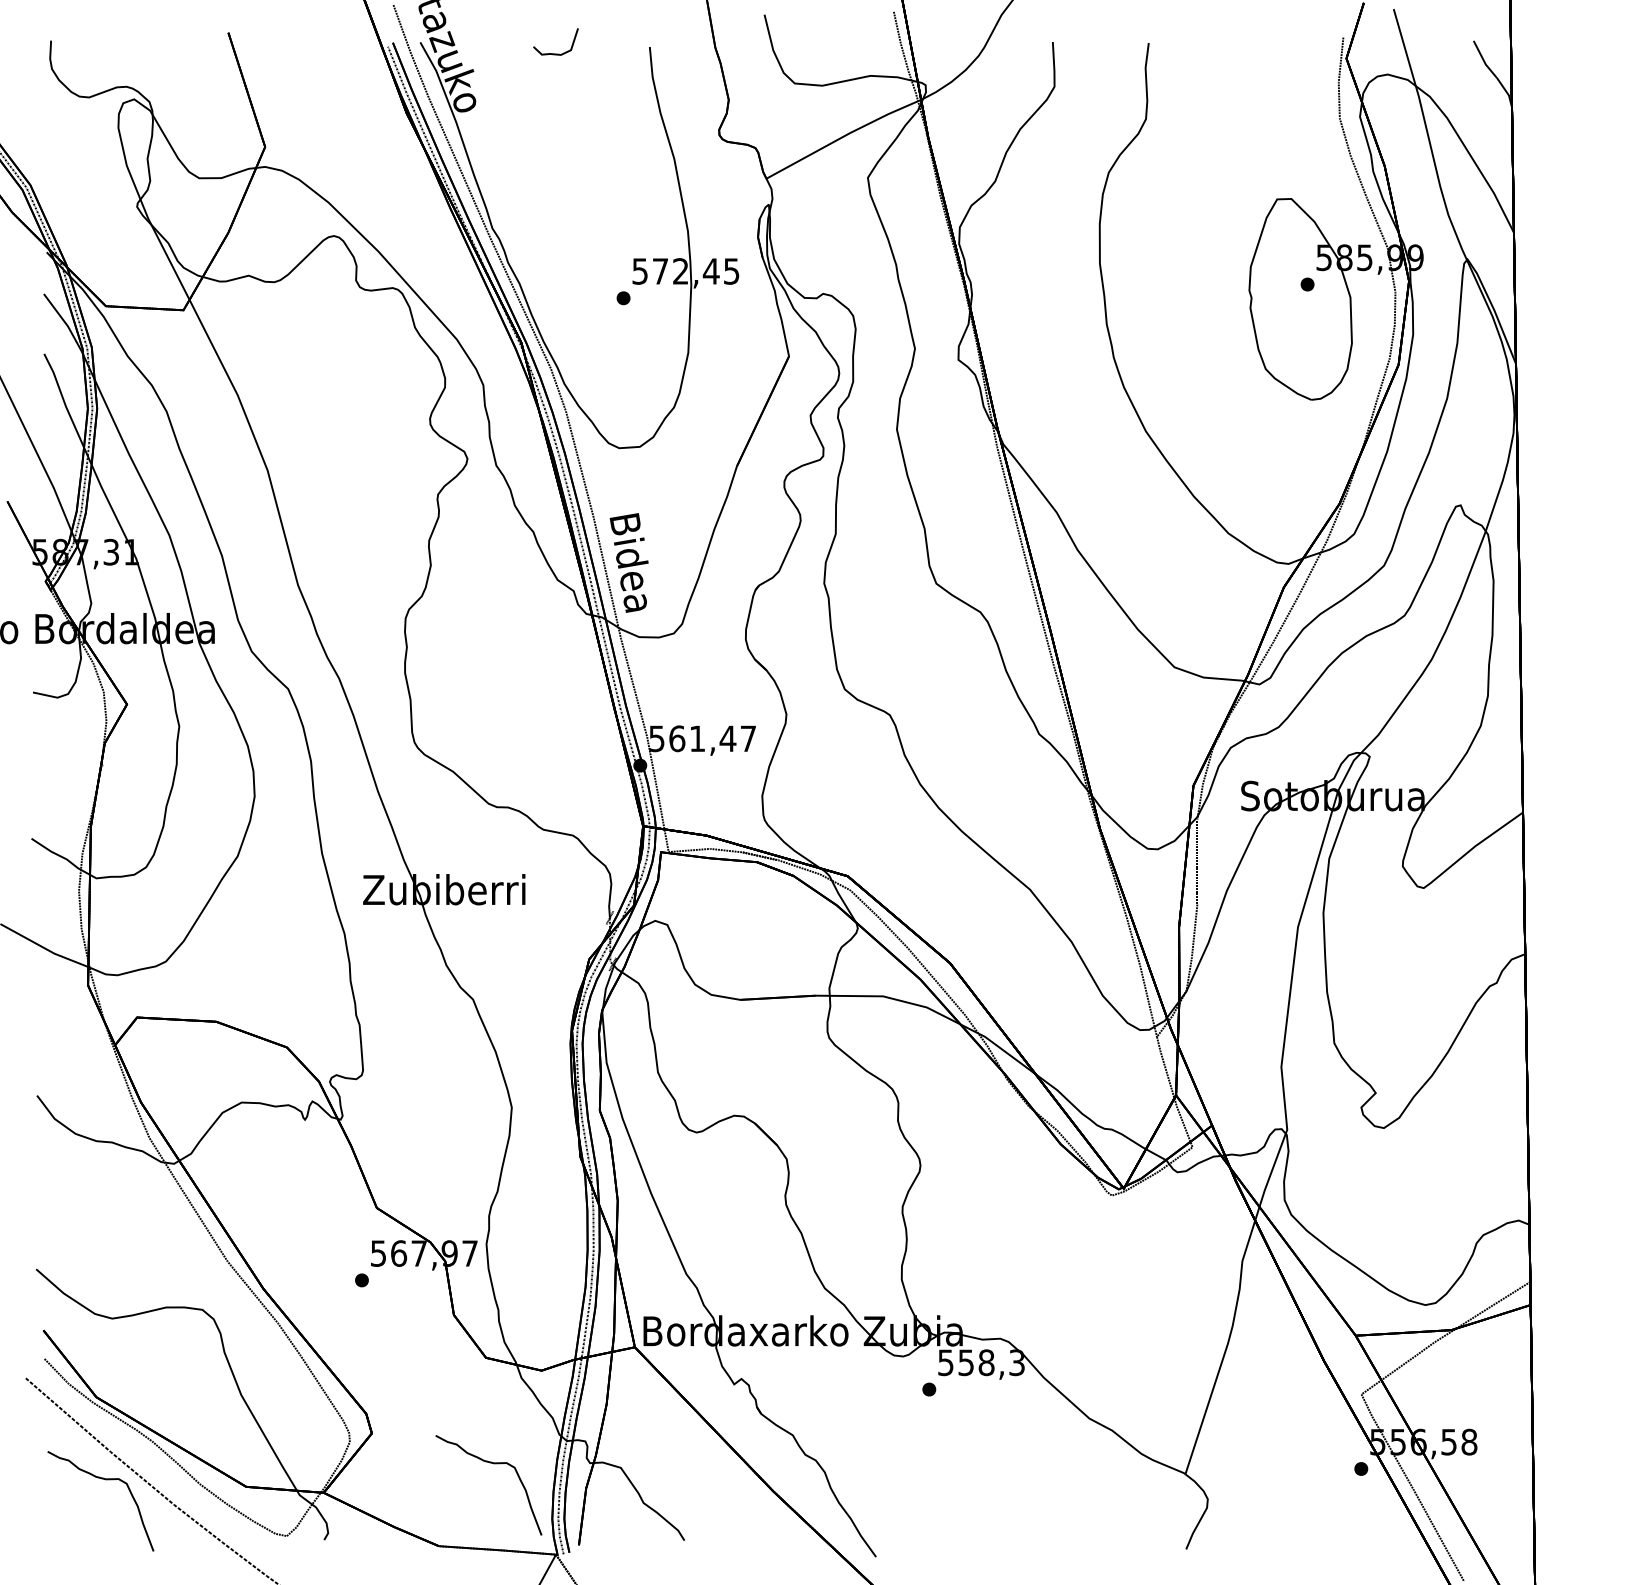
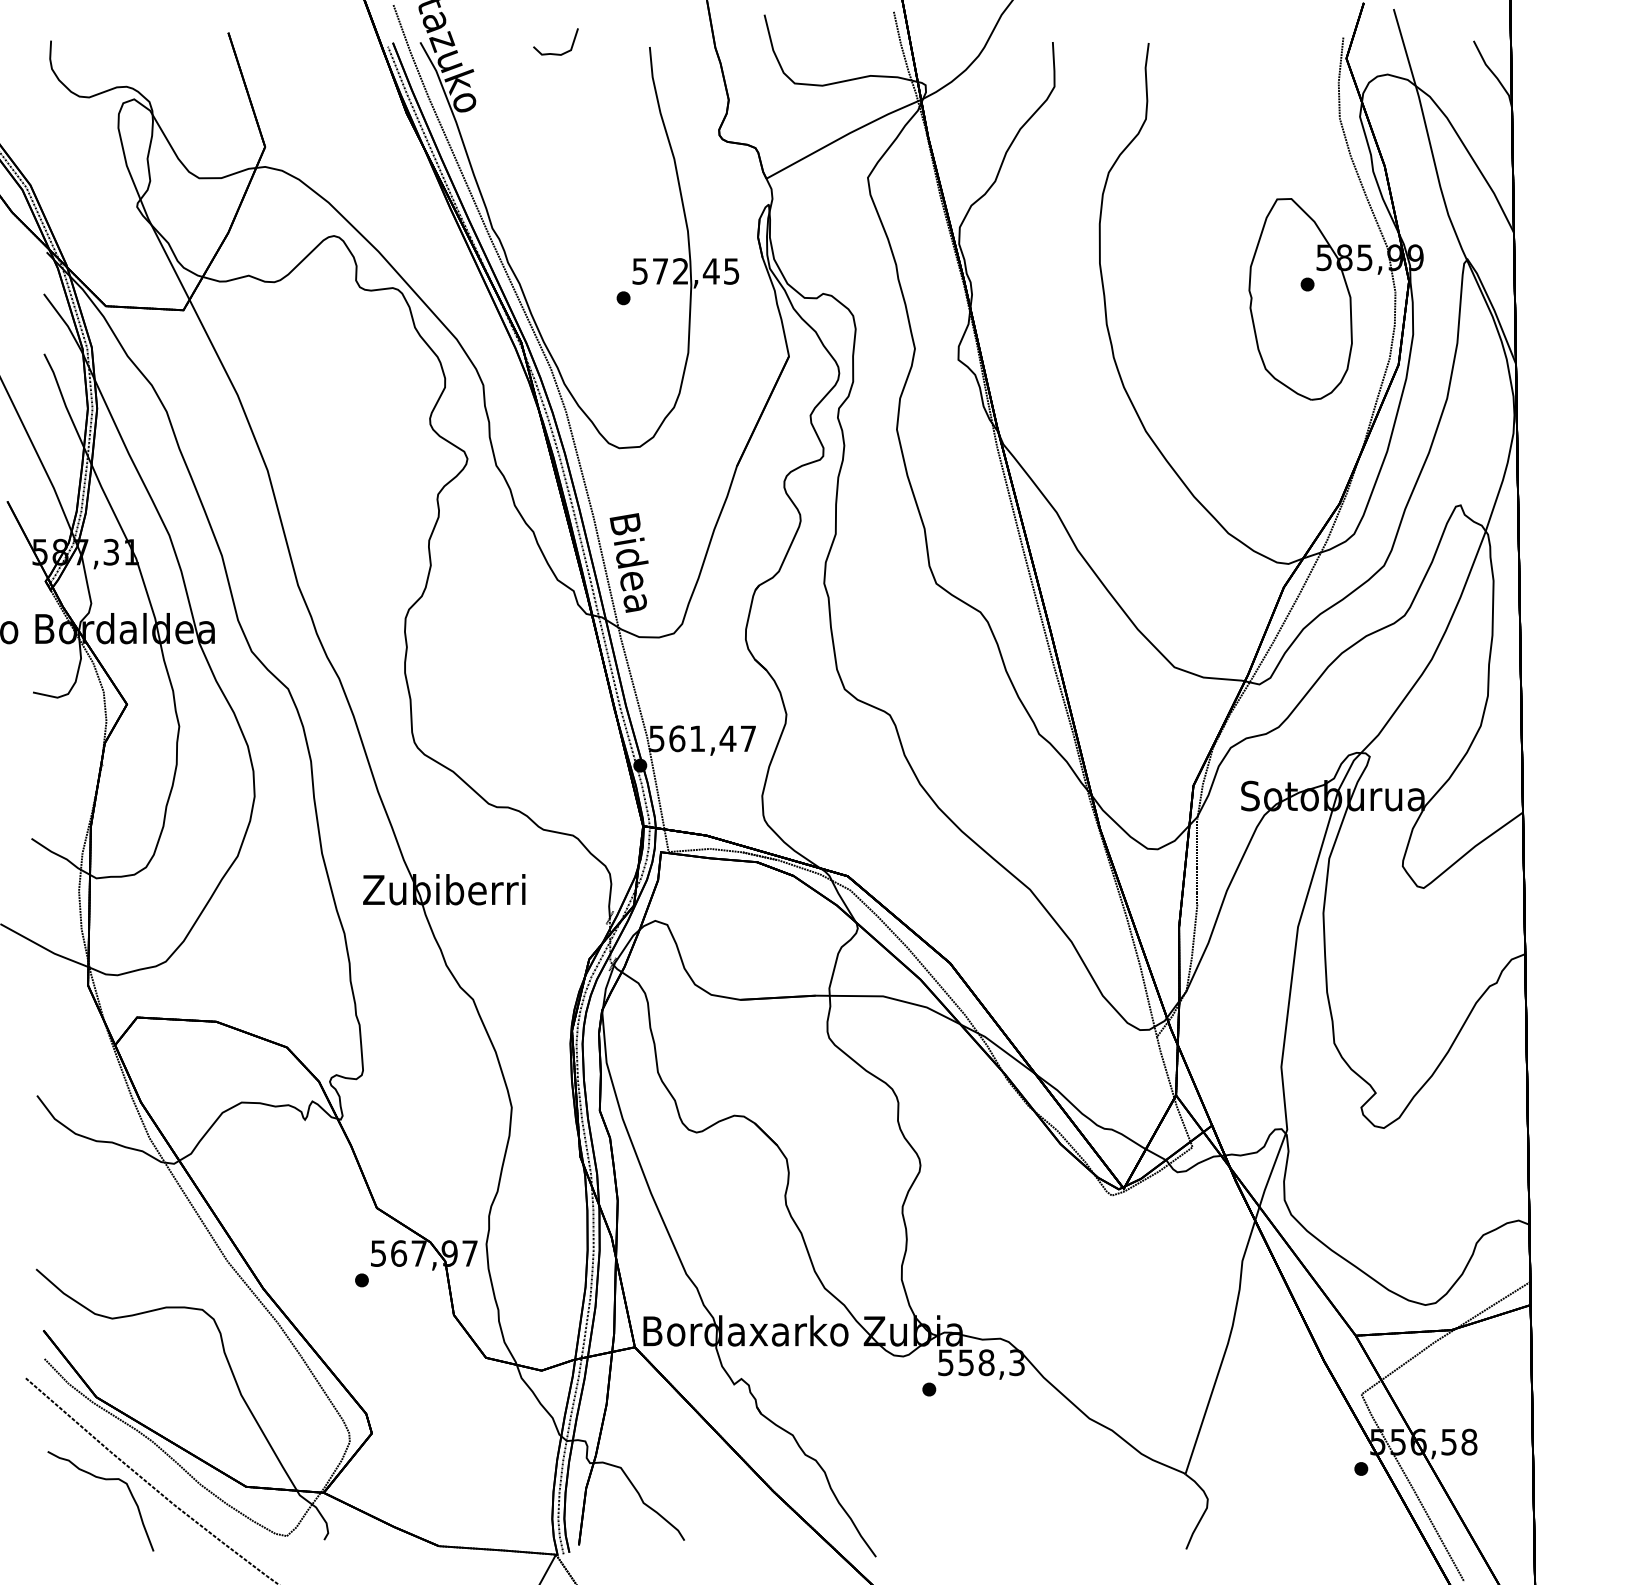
curve at (493, 1464): present -> none
